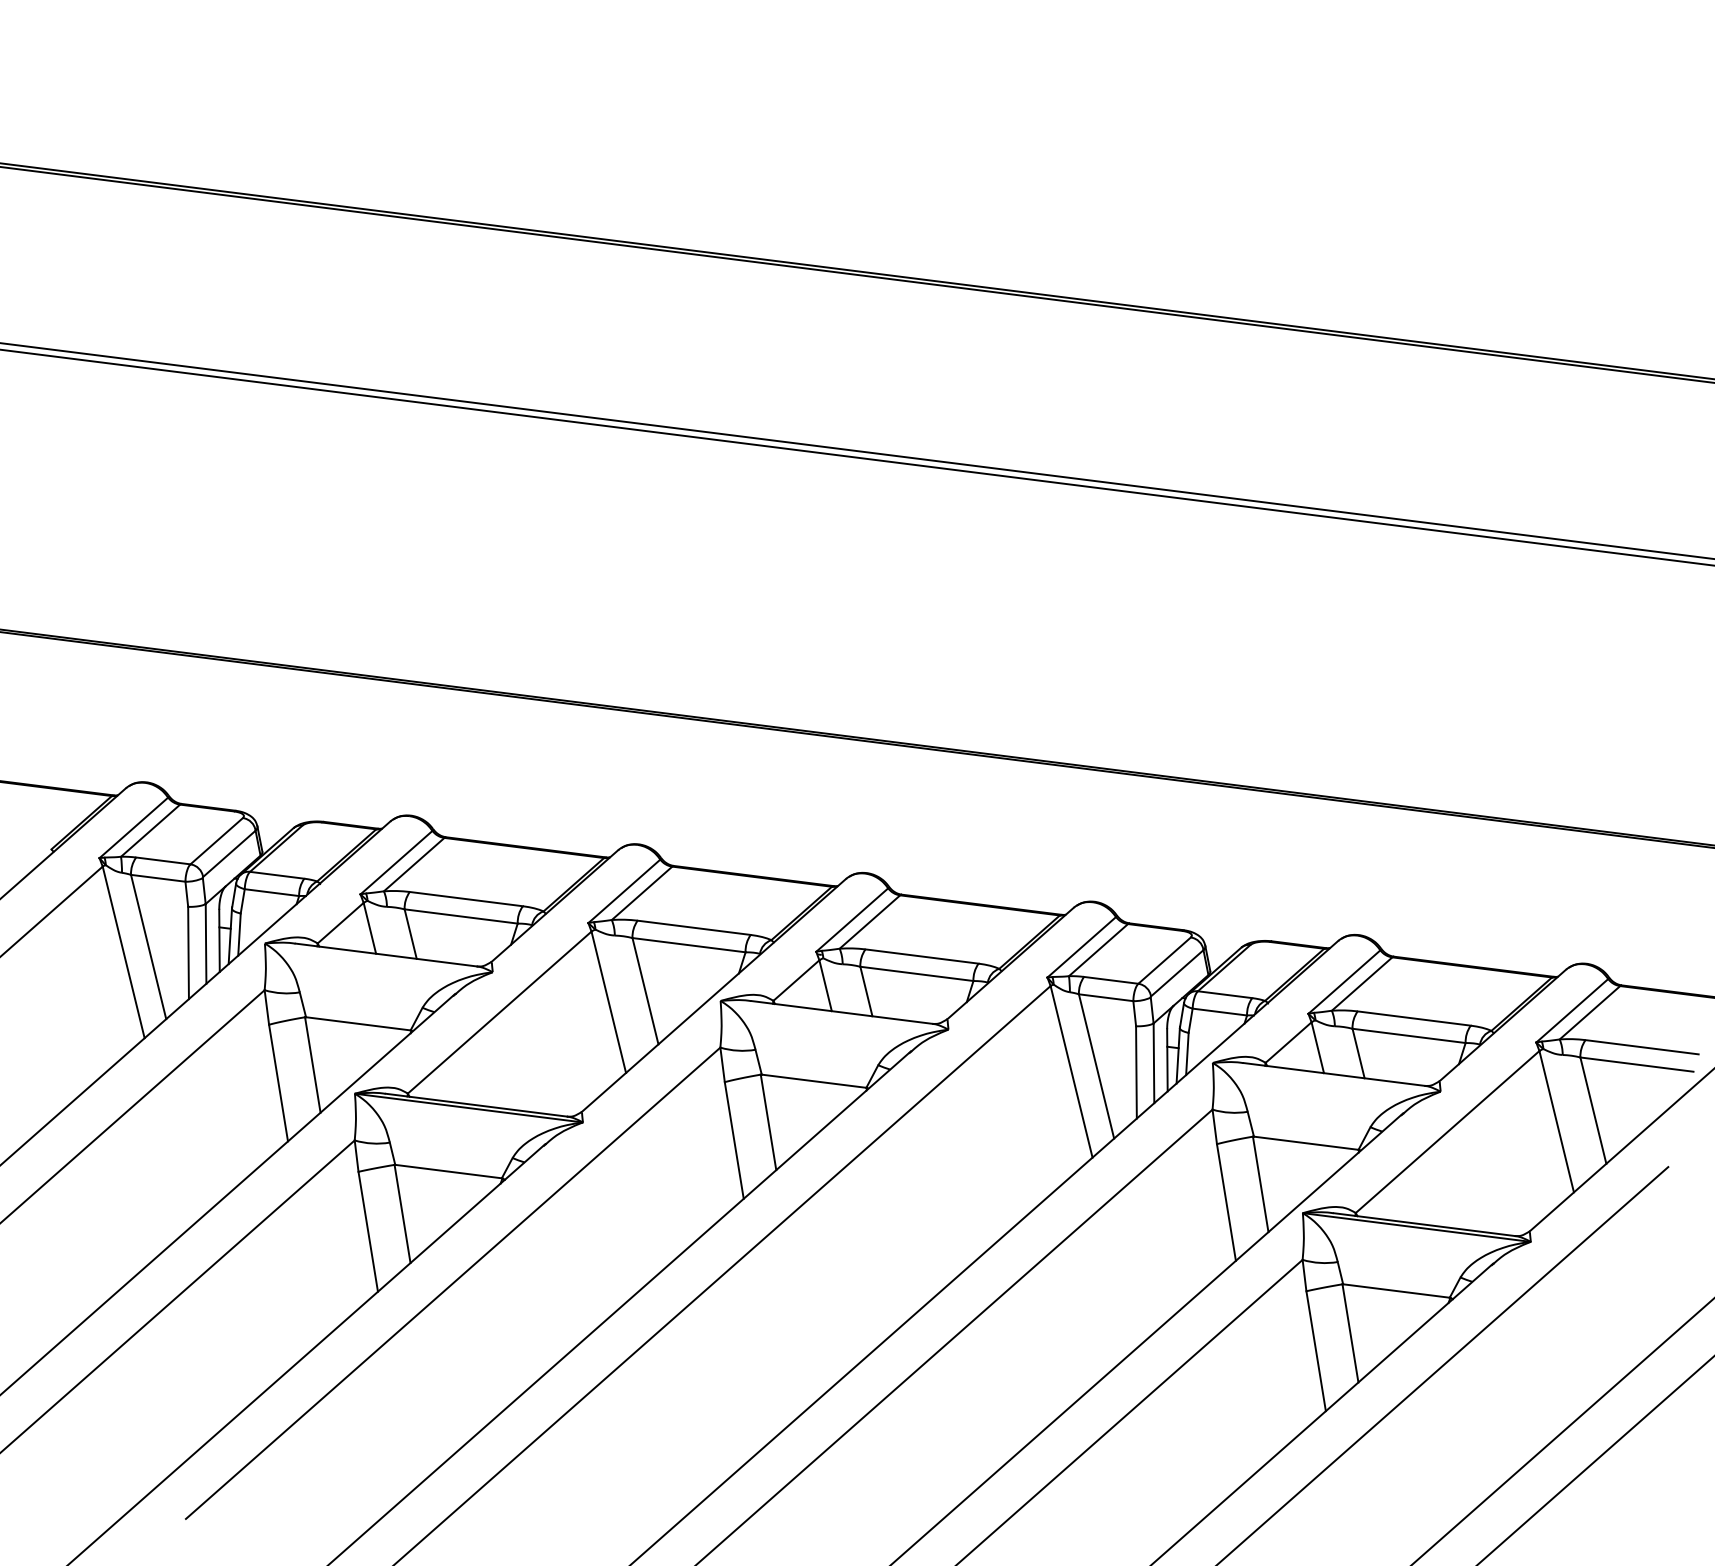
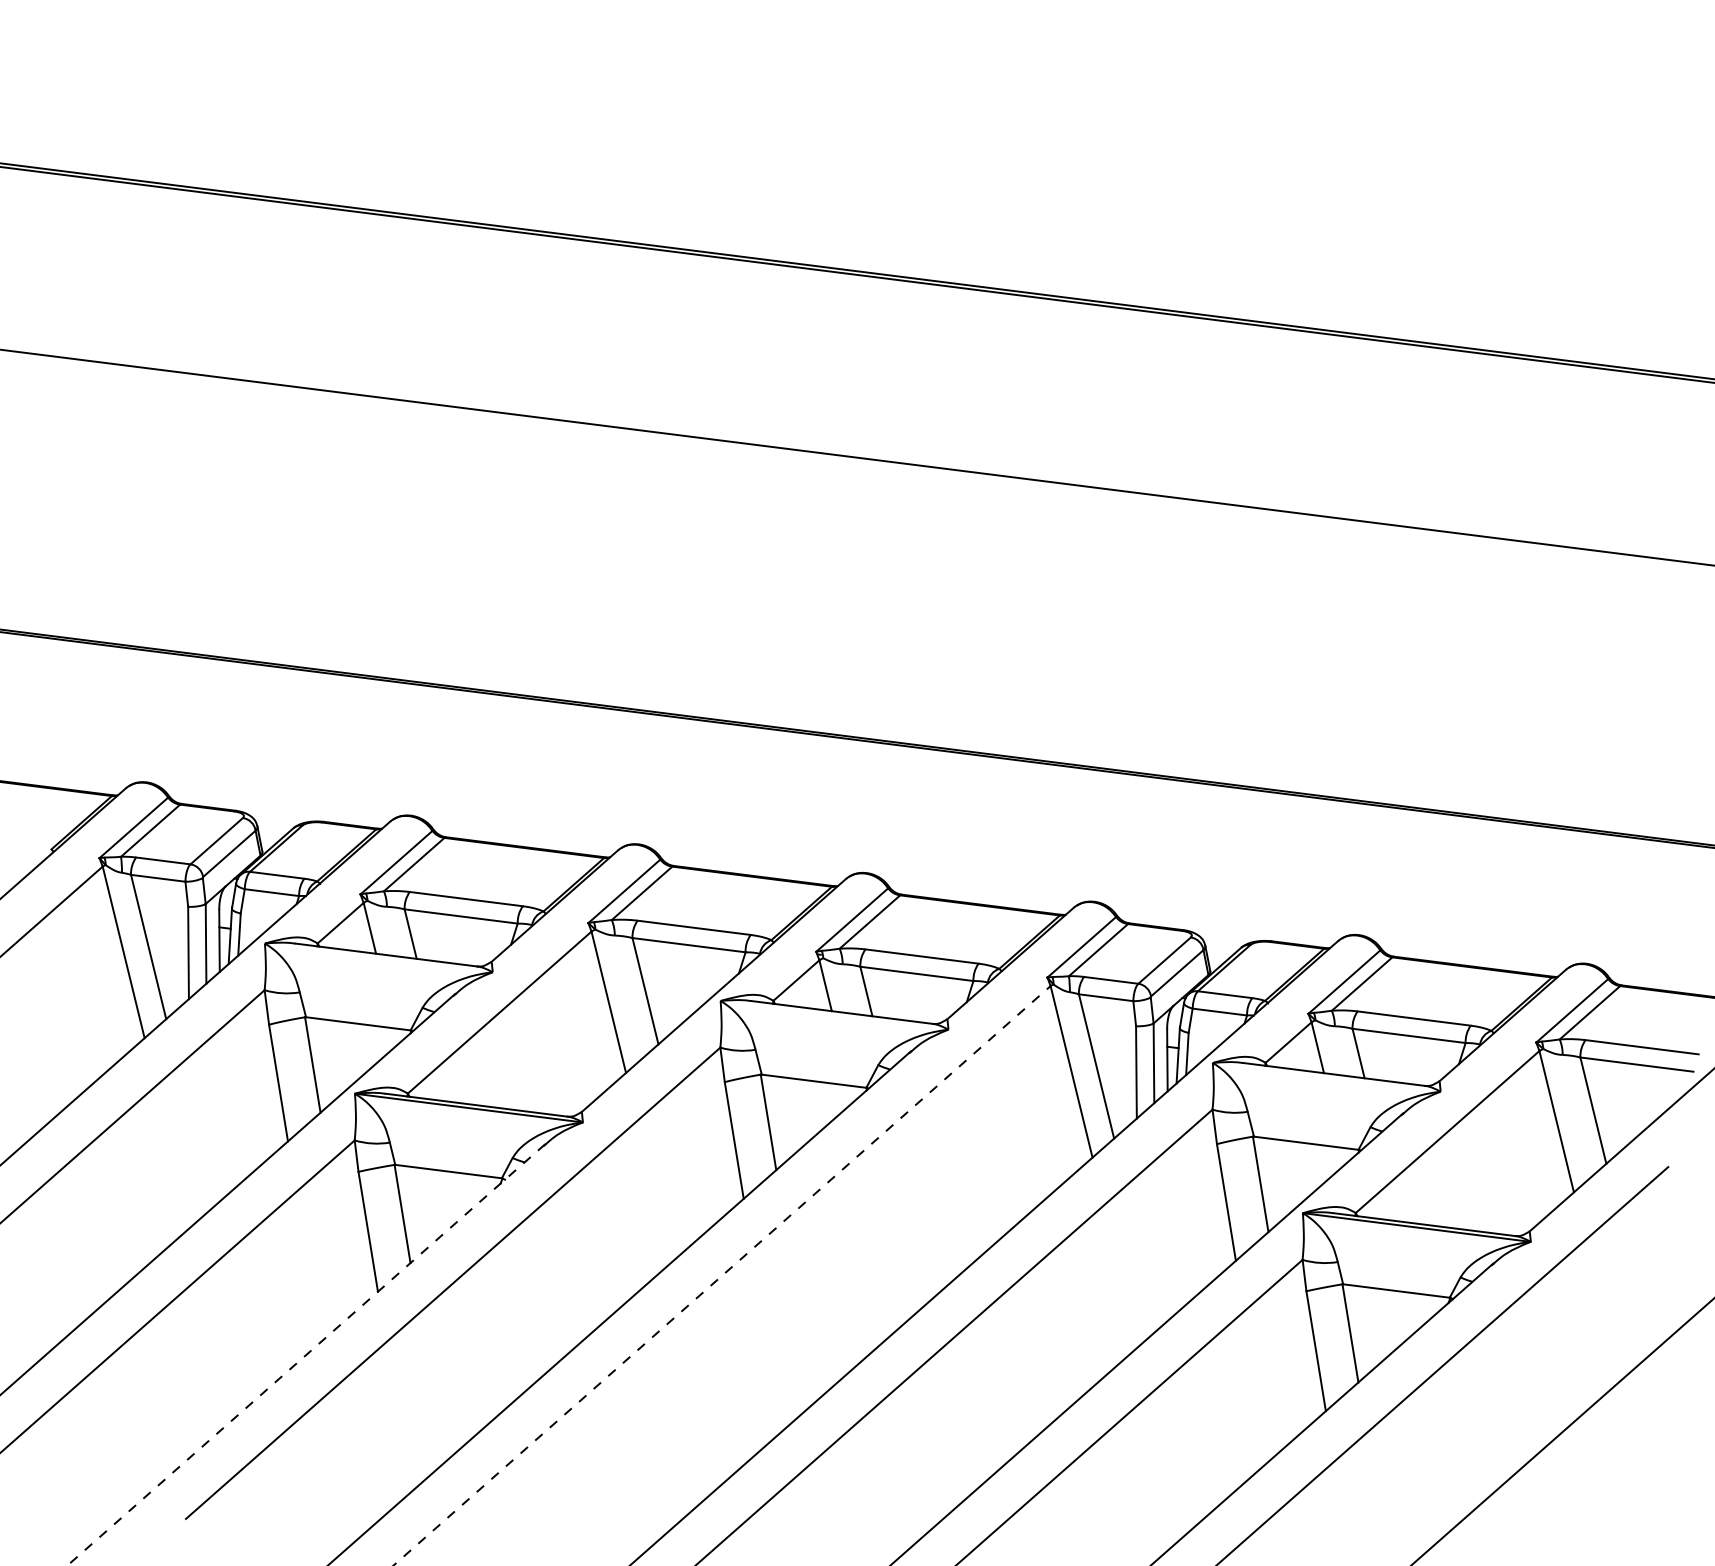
line at (856, 450): present -> none
line at (722, 1275): solid -> dashed
line at (306, 1355): solid -> dashed
line at (1595, 1460): present -> none
